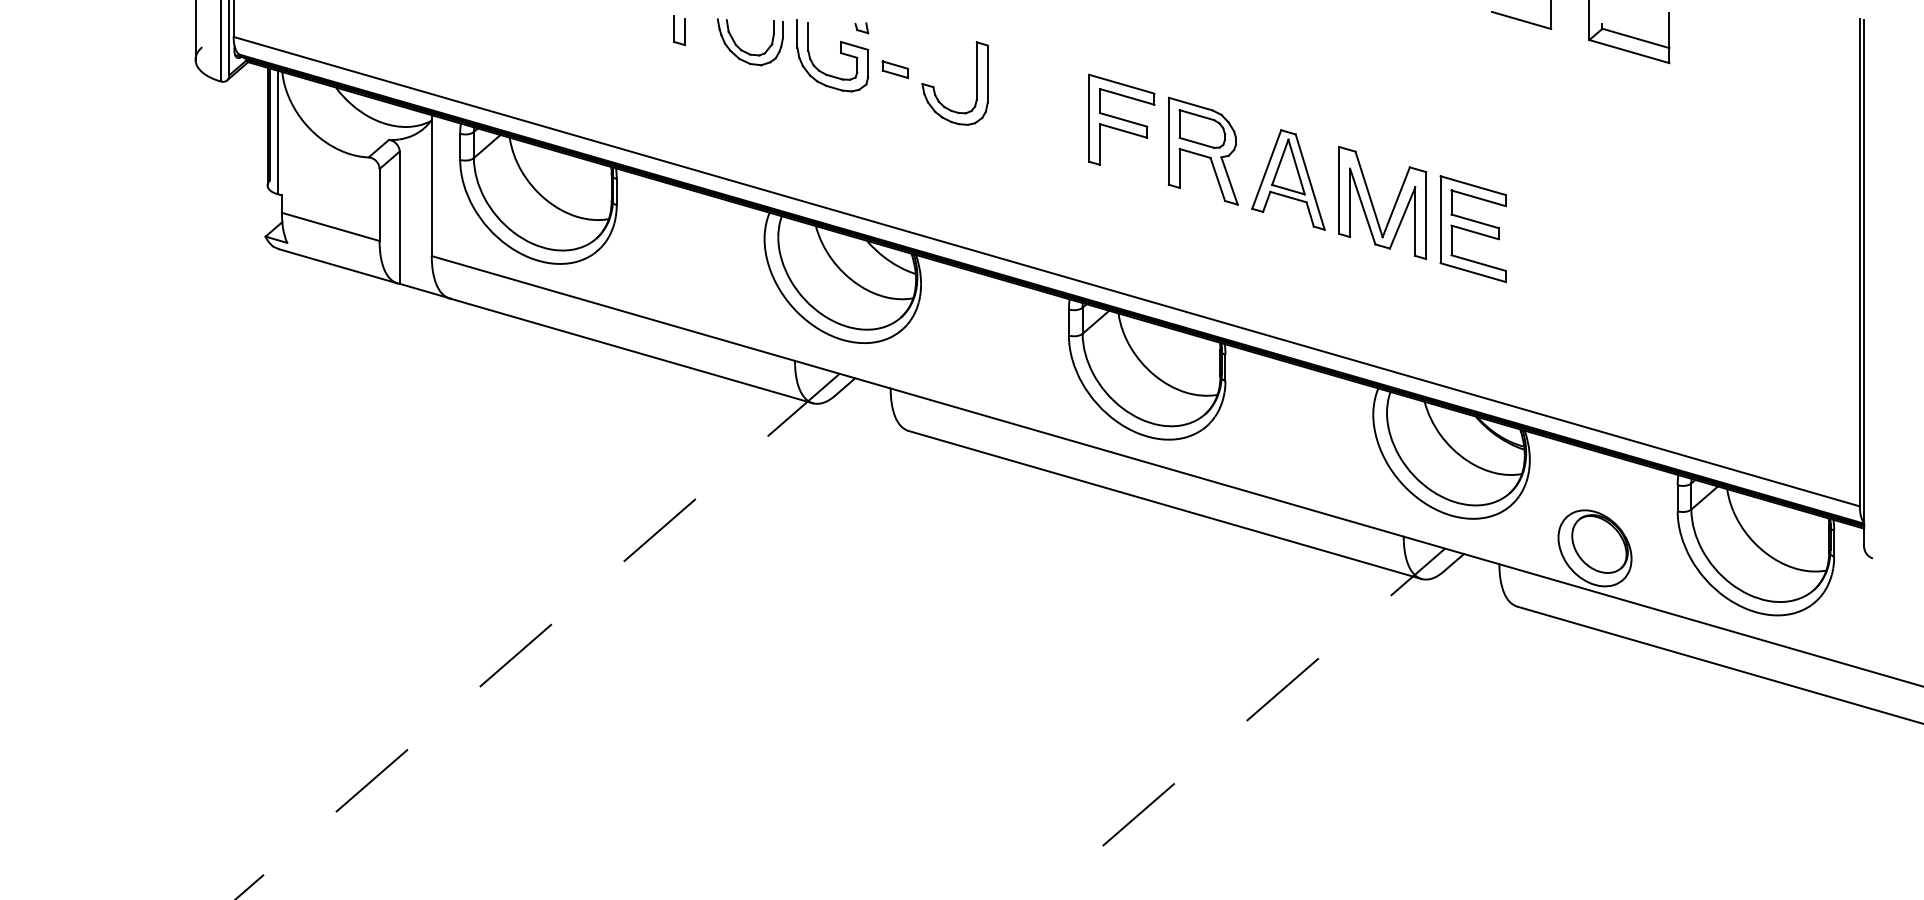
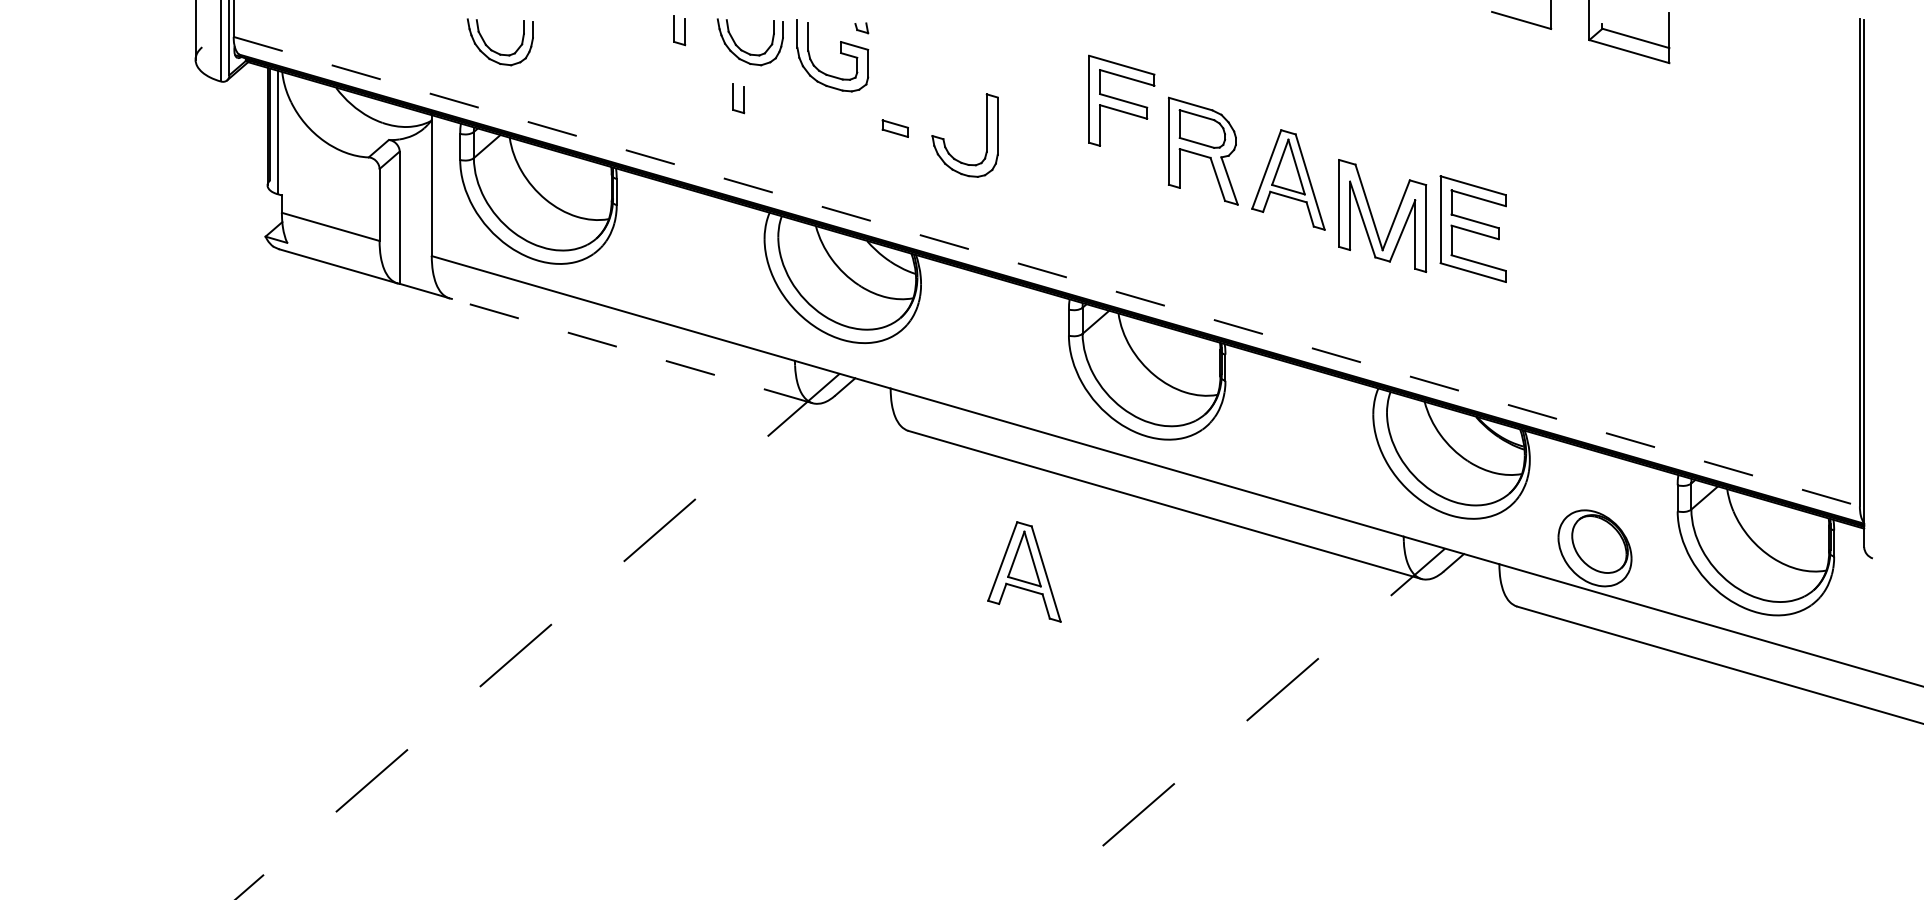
part at (494, 50): none -> present
part at (894, 69) position: (894, 69) -> (894, 128)
part at (934, 86) position: (934, 86) -> (944, 138)
part at (738, 98): none -> present
part at (1121, 119) position: (1121, 119) -> (1121, 100)
part at (1373, 204) position: (1373, 204) -> (1373, 217)
line at (1047, 271): solid -> dashed
line at (630, 350): solid -> dashed
part at (1024, 571): none -> present
